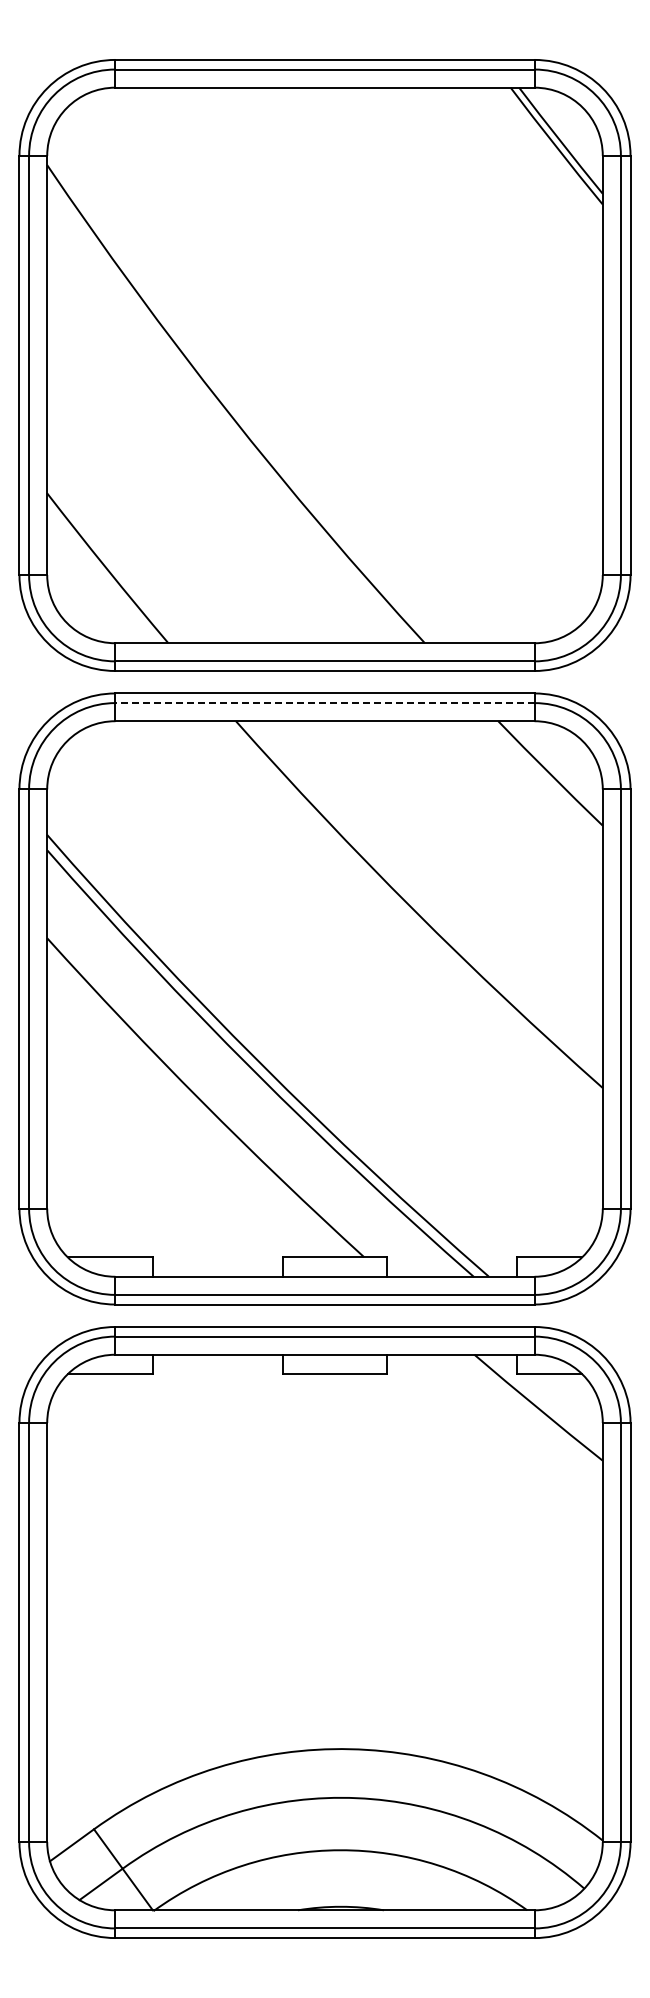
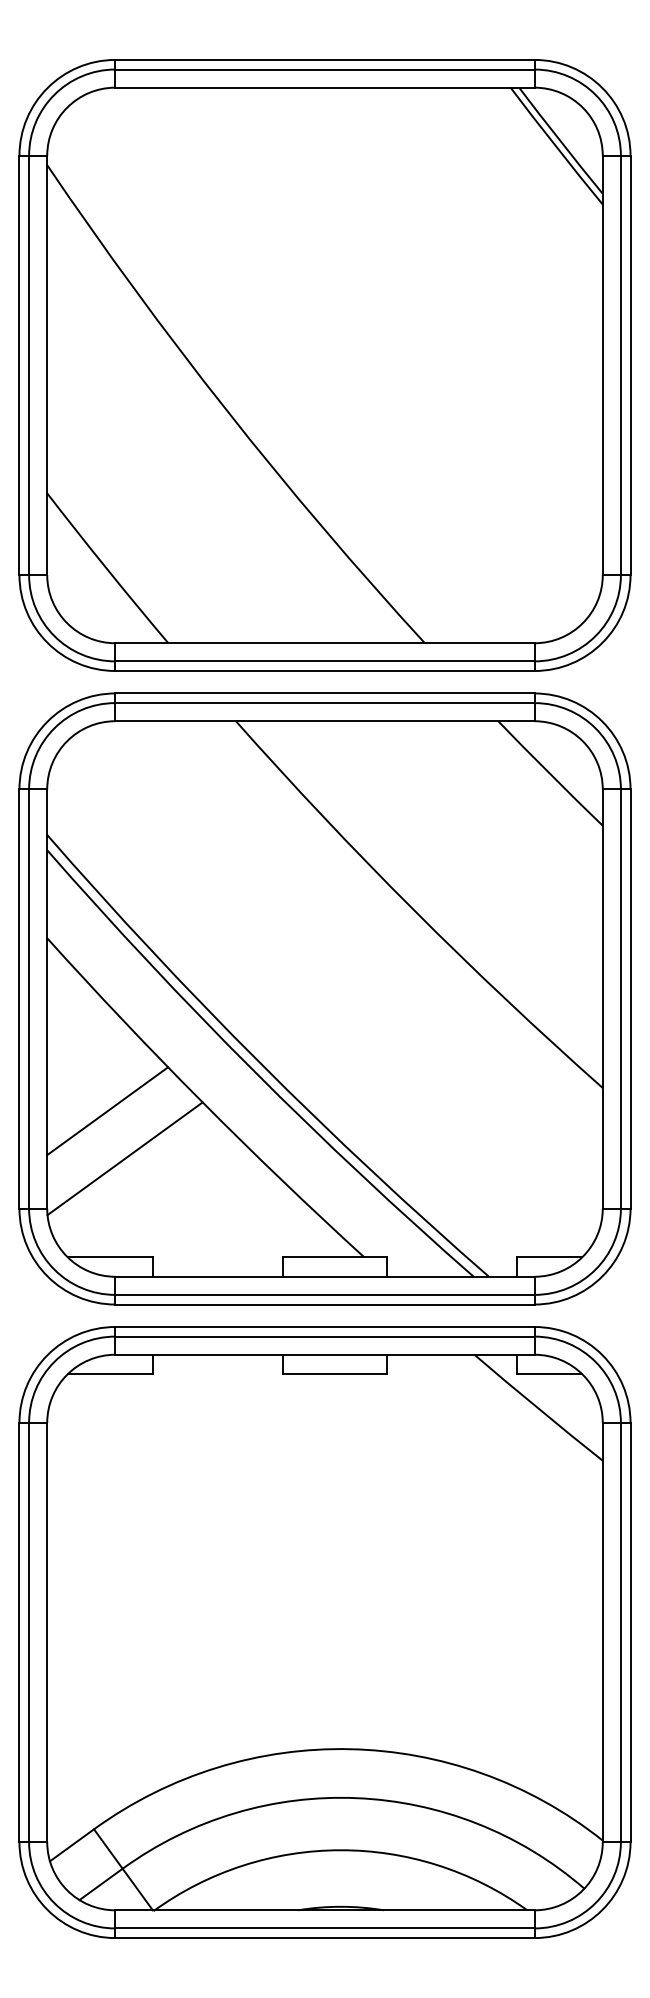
line at (325, 703): dashed -> solid
line at (107, 1111): none -> present
line at (124, 1158): none -> present
